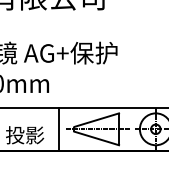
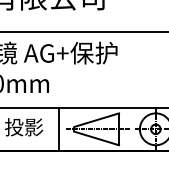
line at (83, 31): none -> present
text at (25, 135) position: (25, 135) -> (24, 127)
